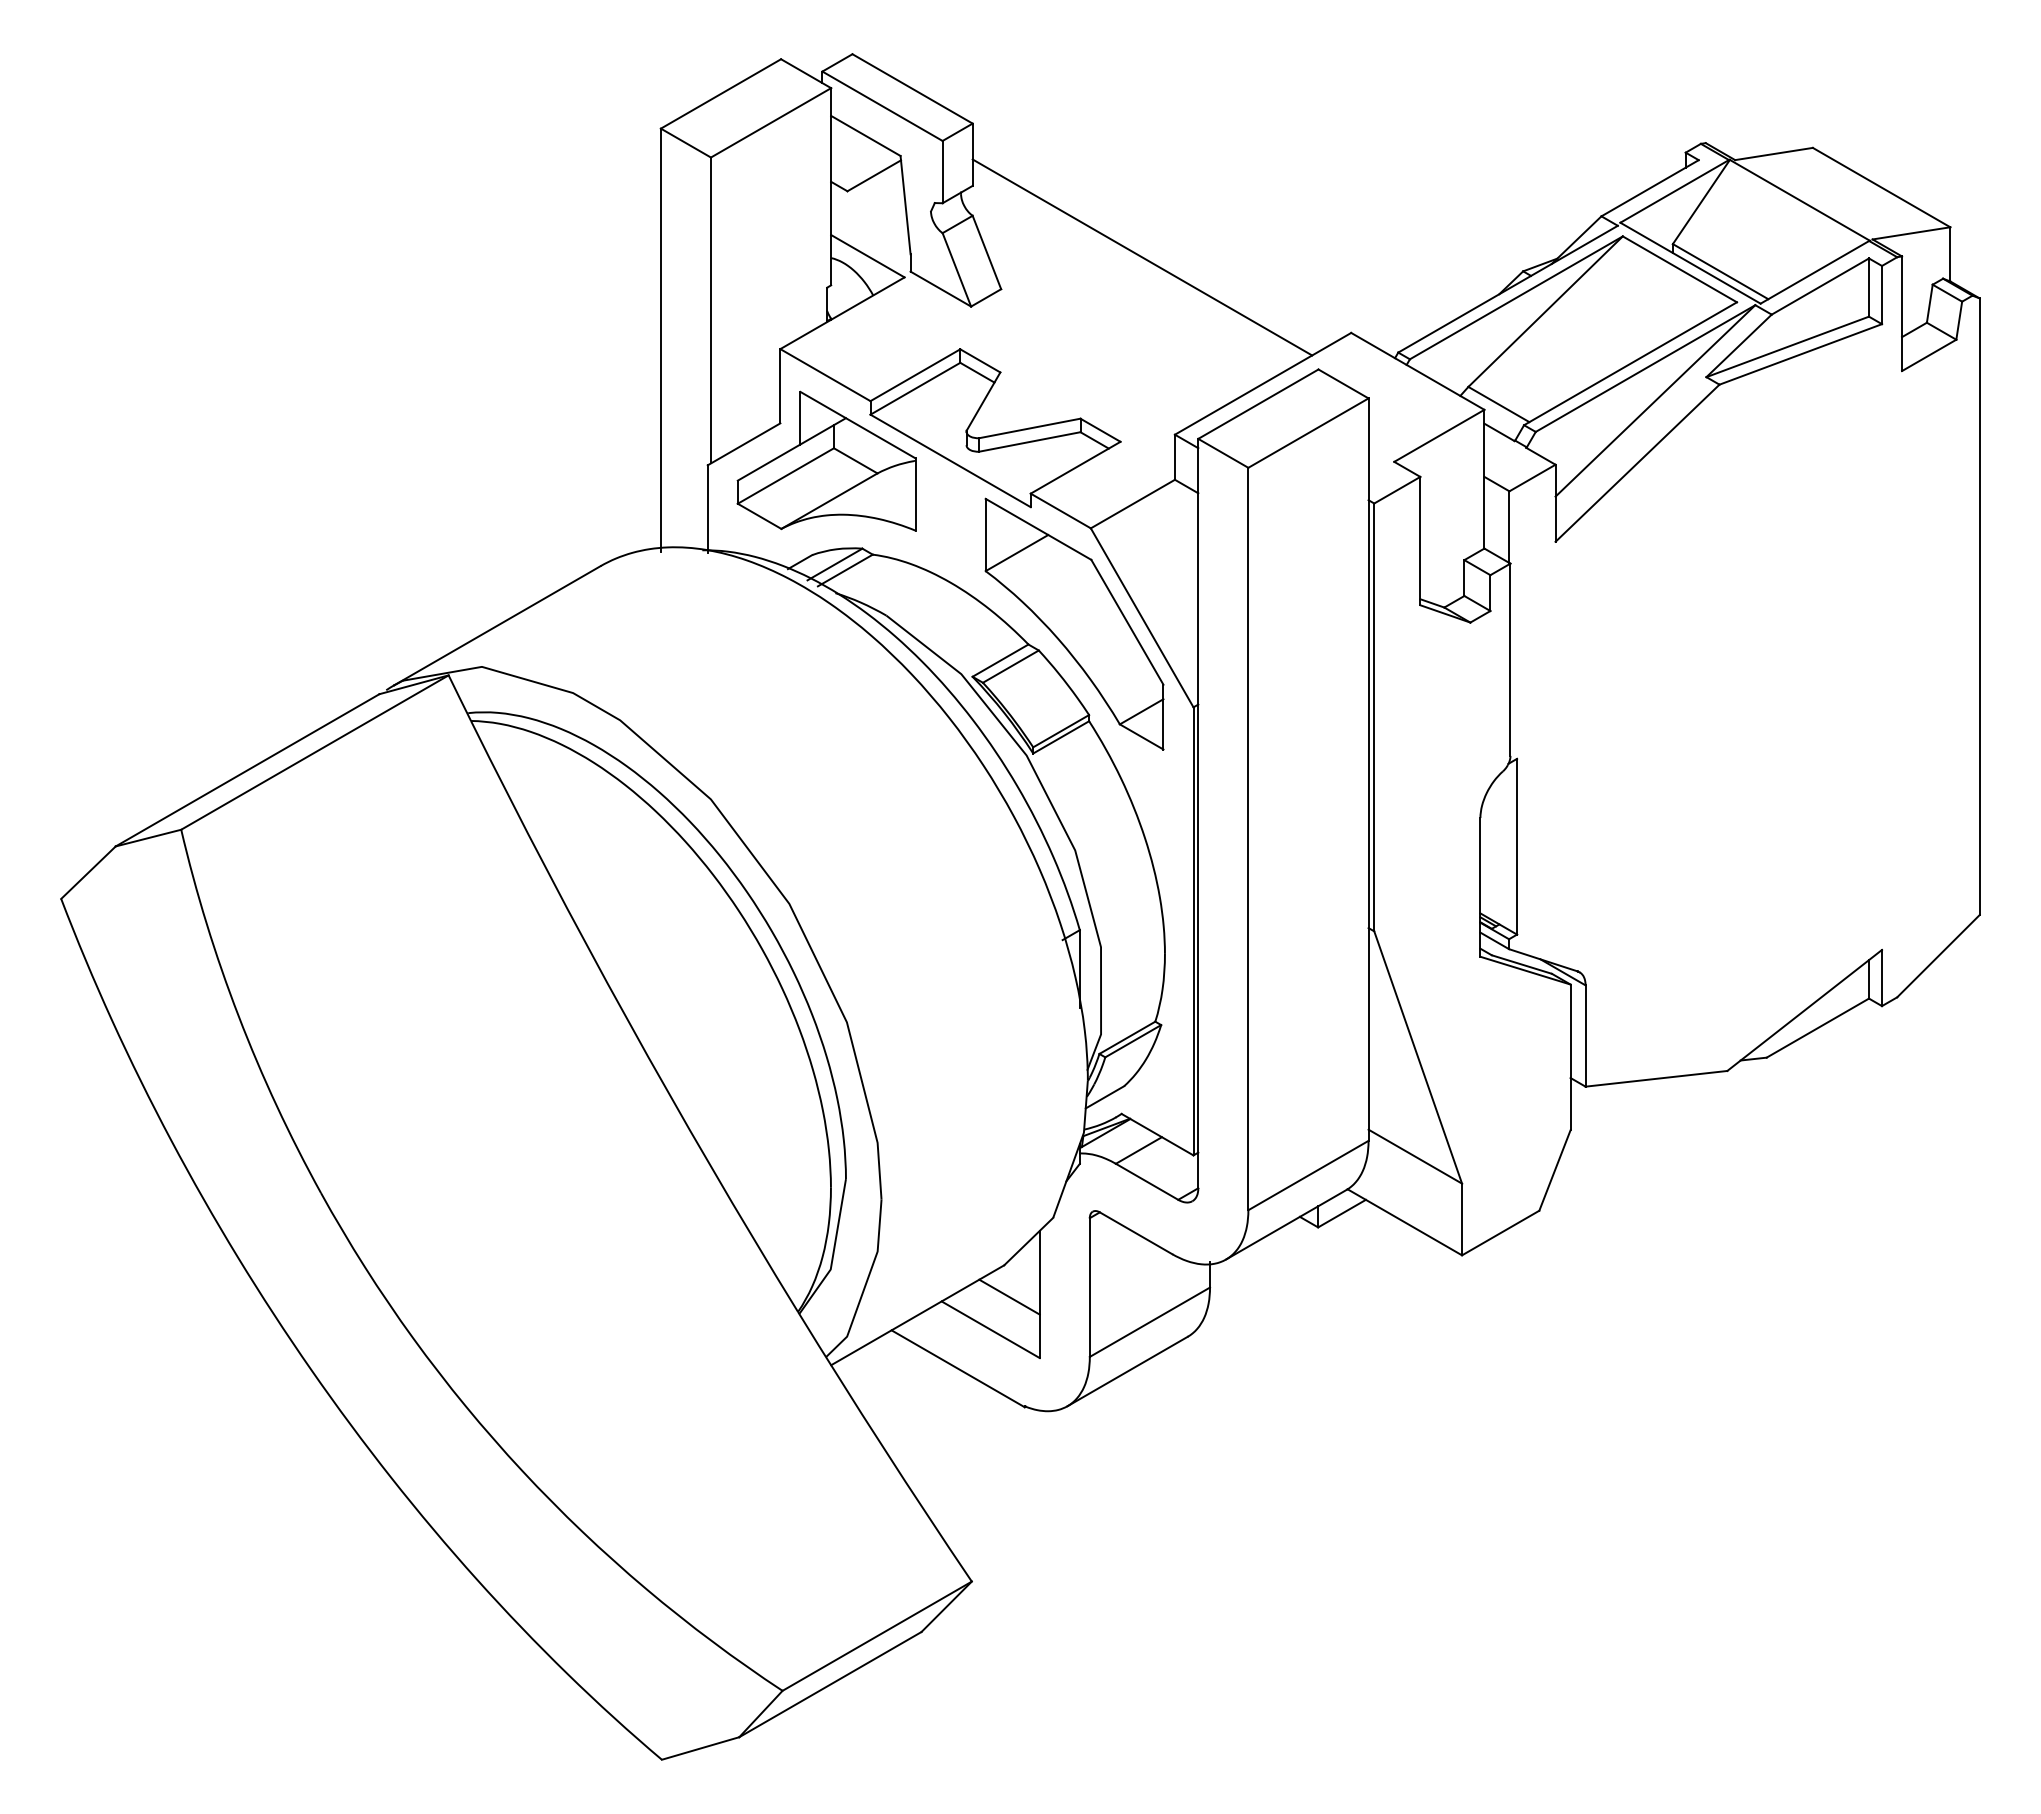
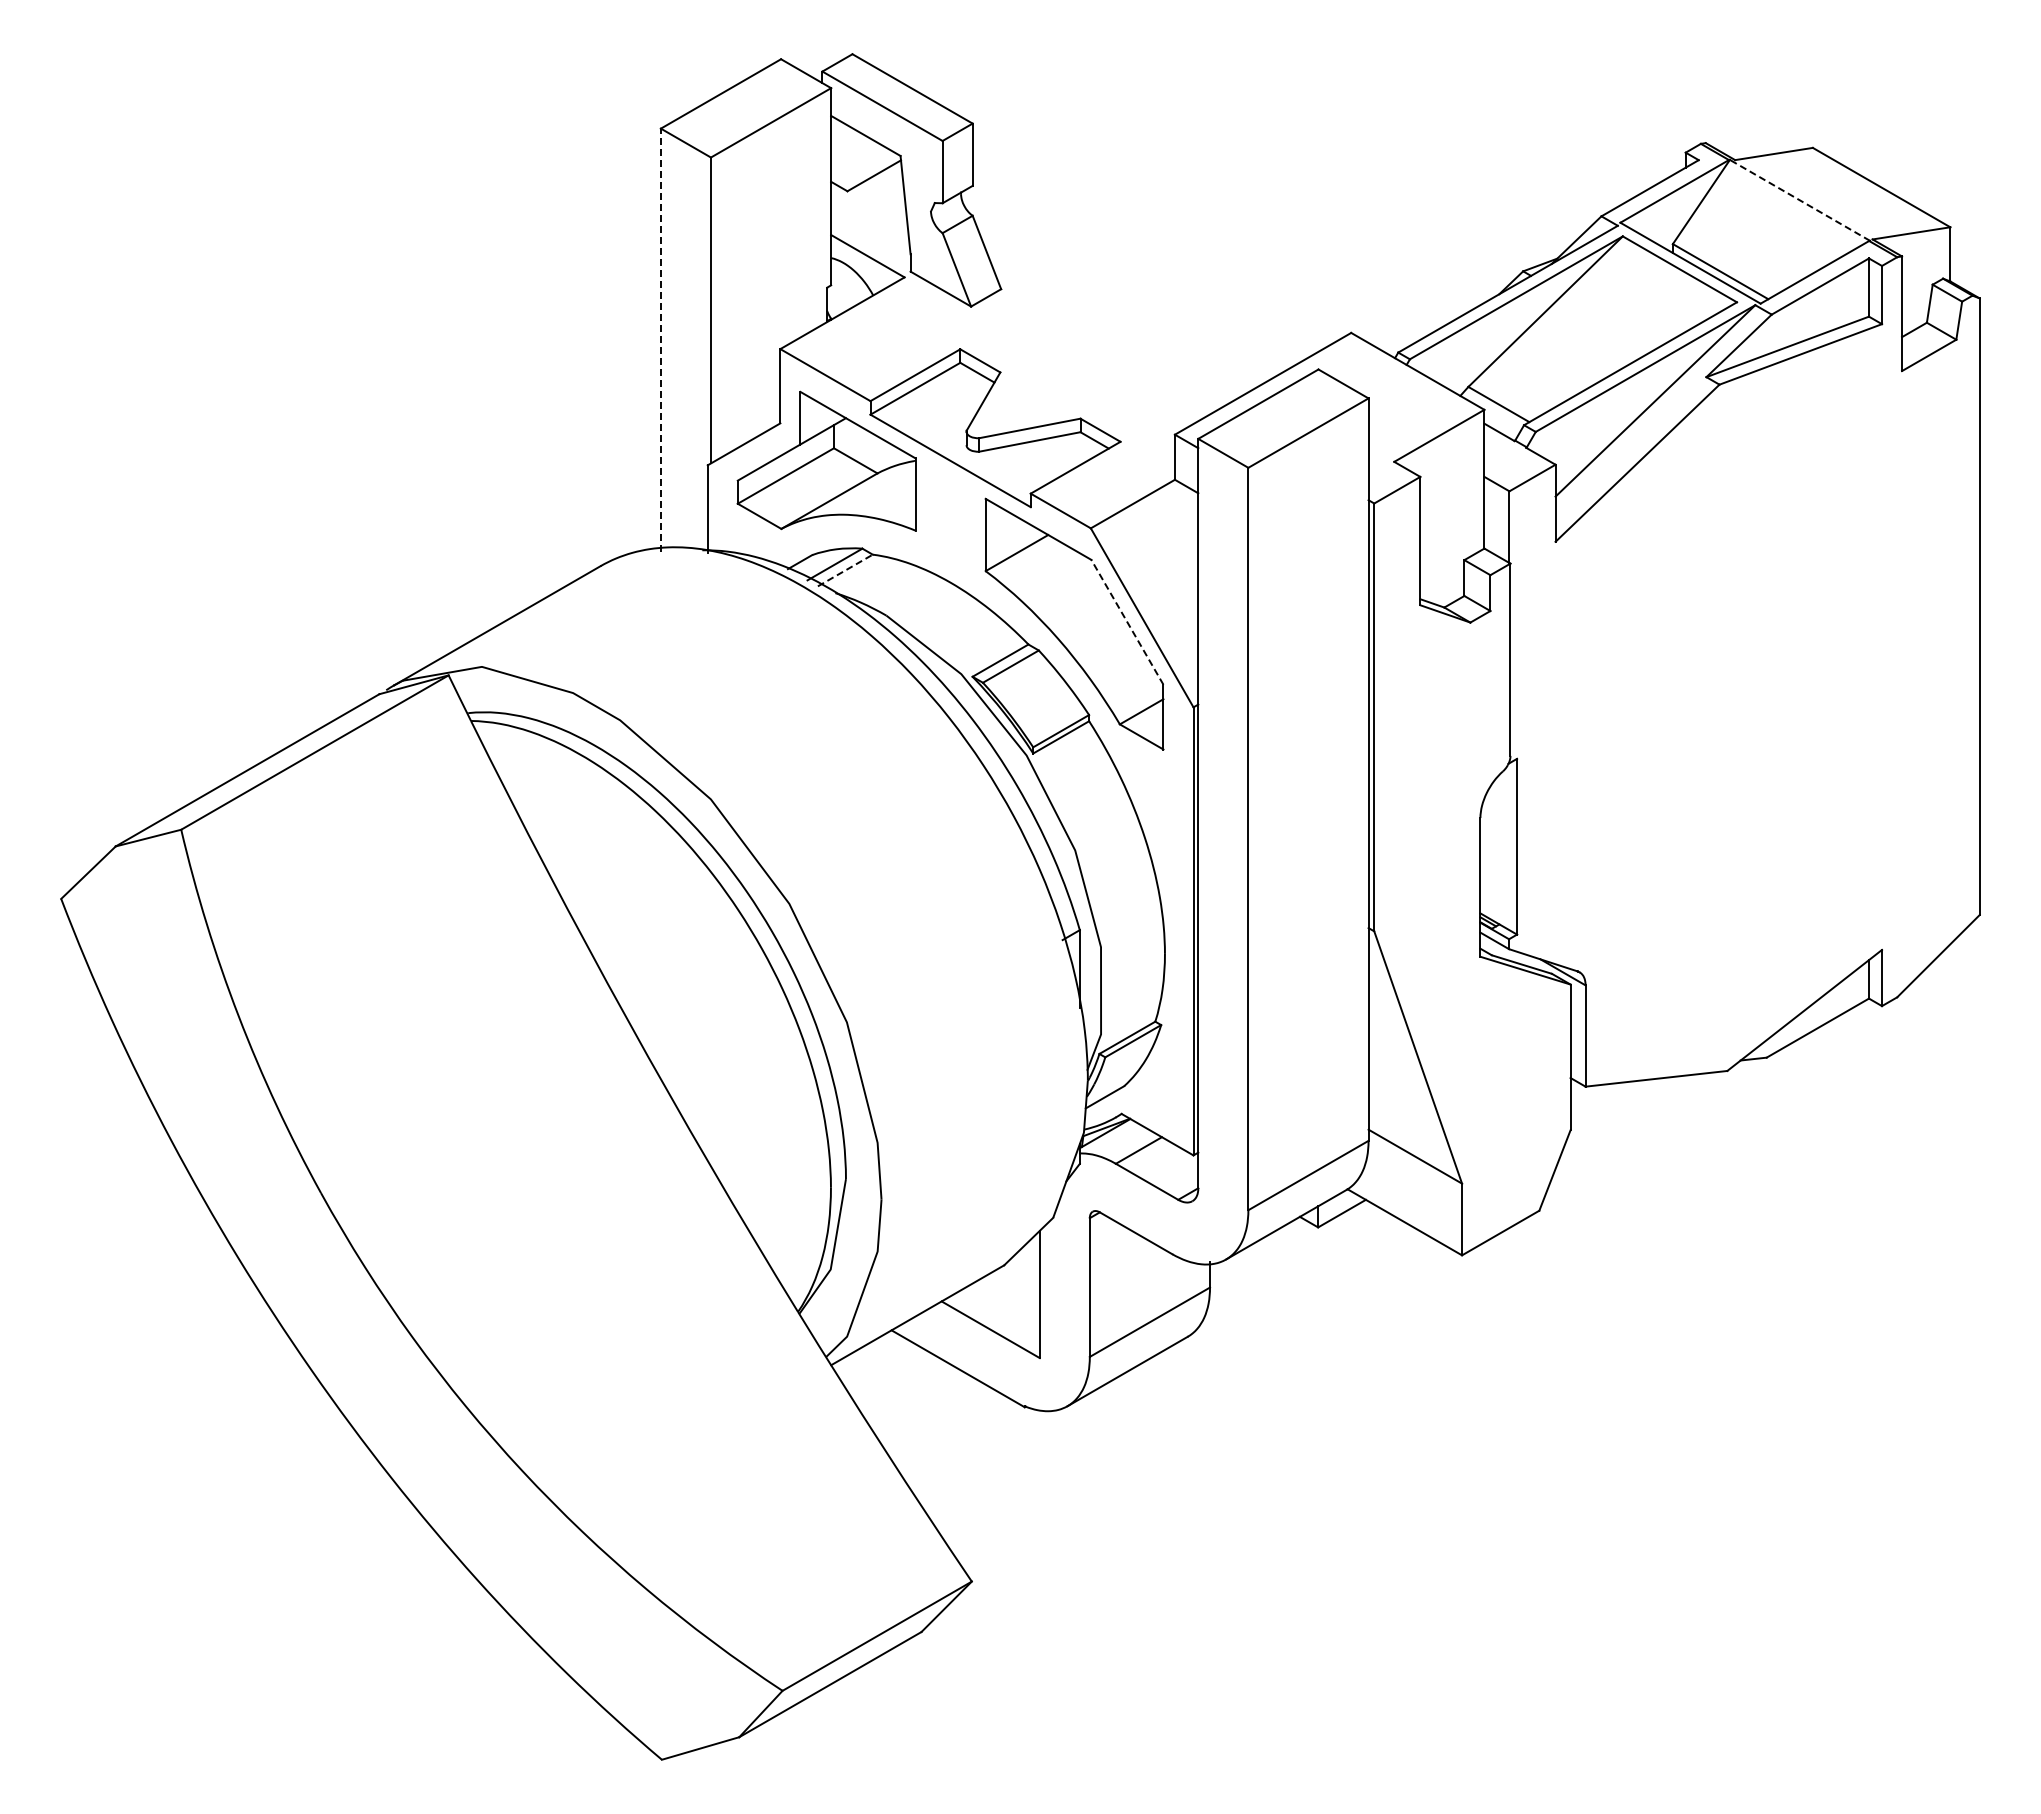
line at (1800, 200): solid -> dashed
line at (1142, 257): present -> none
line at (660, 340): solid -> dashed
line at (845, 570): solid -> dashed
line at (1127, 621): solid -> dashed
line at (1009, 1296): present -> none
